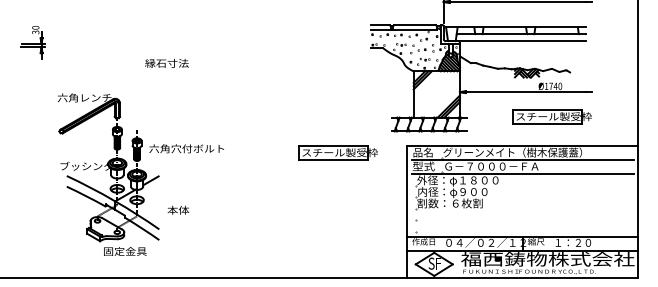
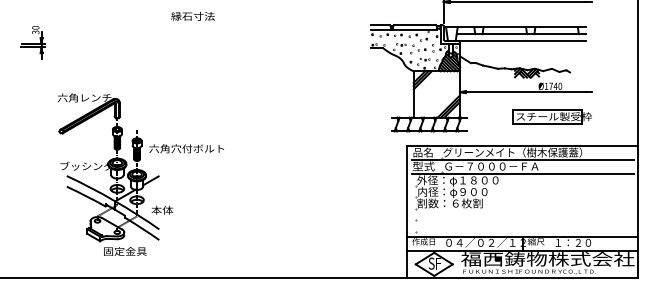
text at (166, 62) position: (166, 62) -> (192, 15)
part at (337, 152): present -> none
text at (177, 209) position: (177, 209) -> (161, 209)
